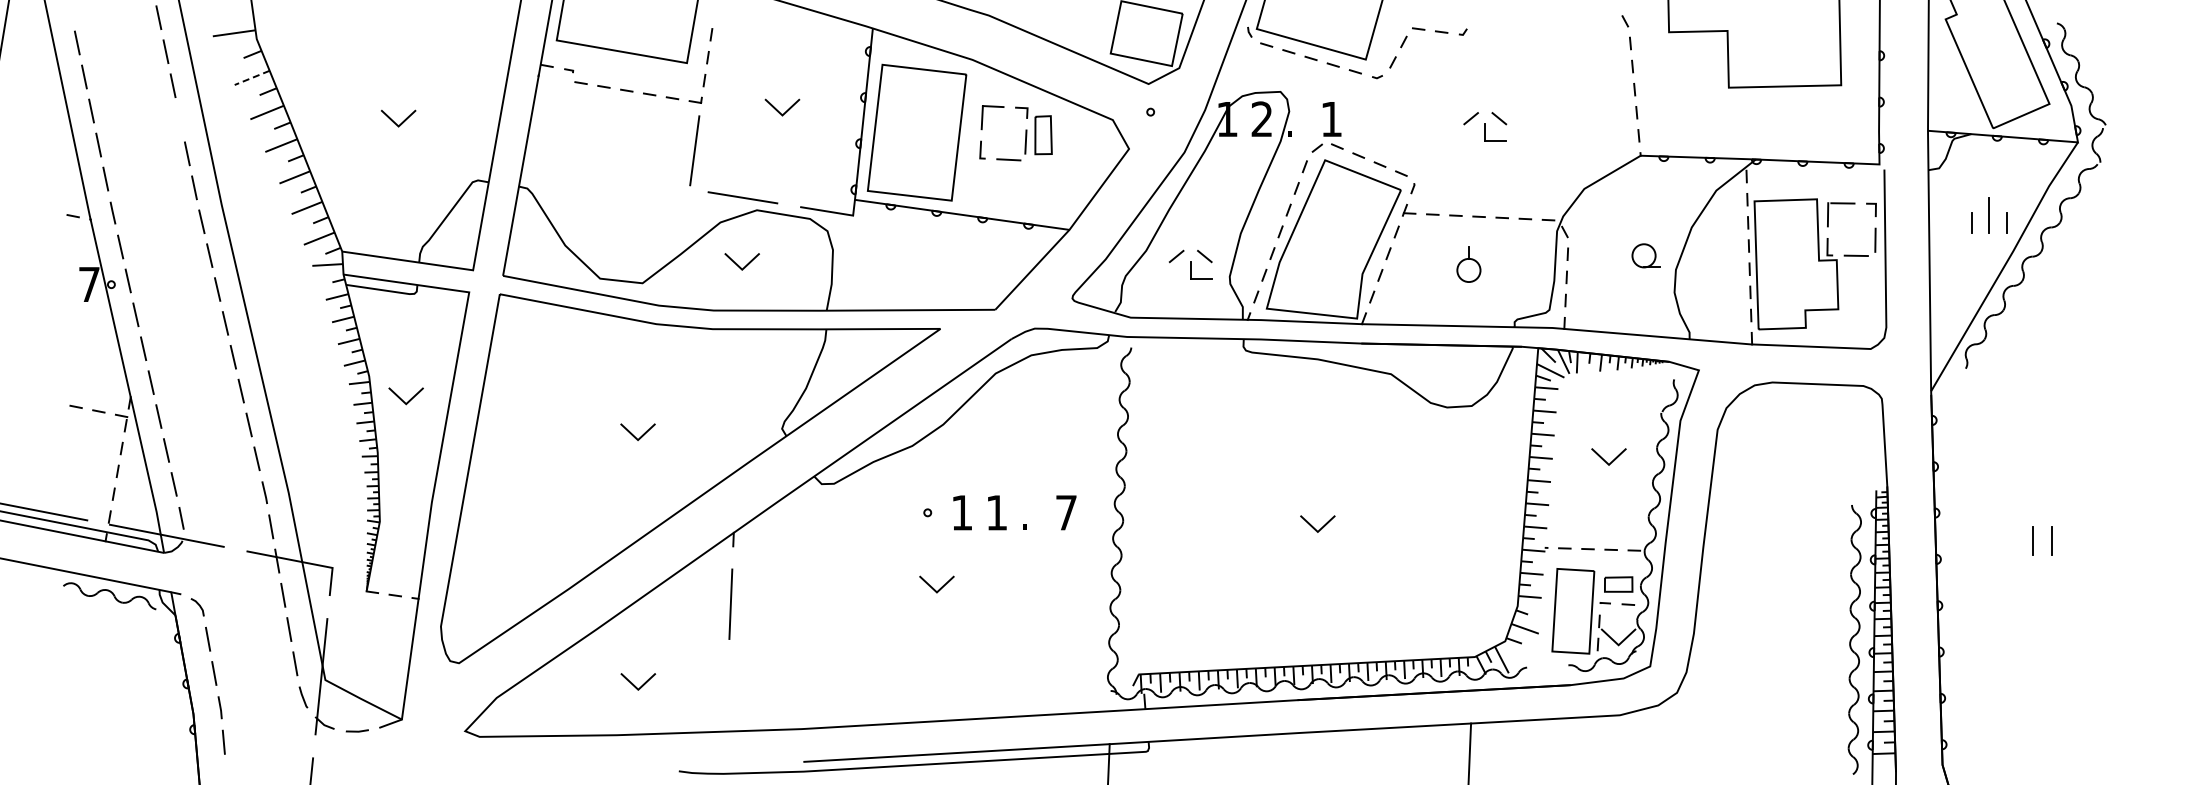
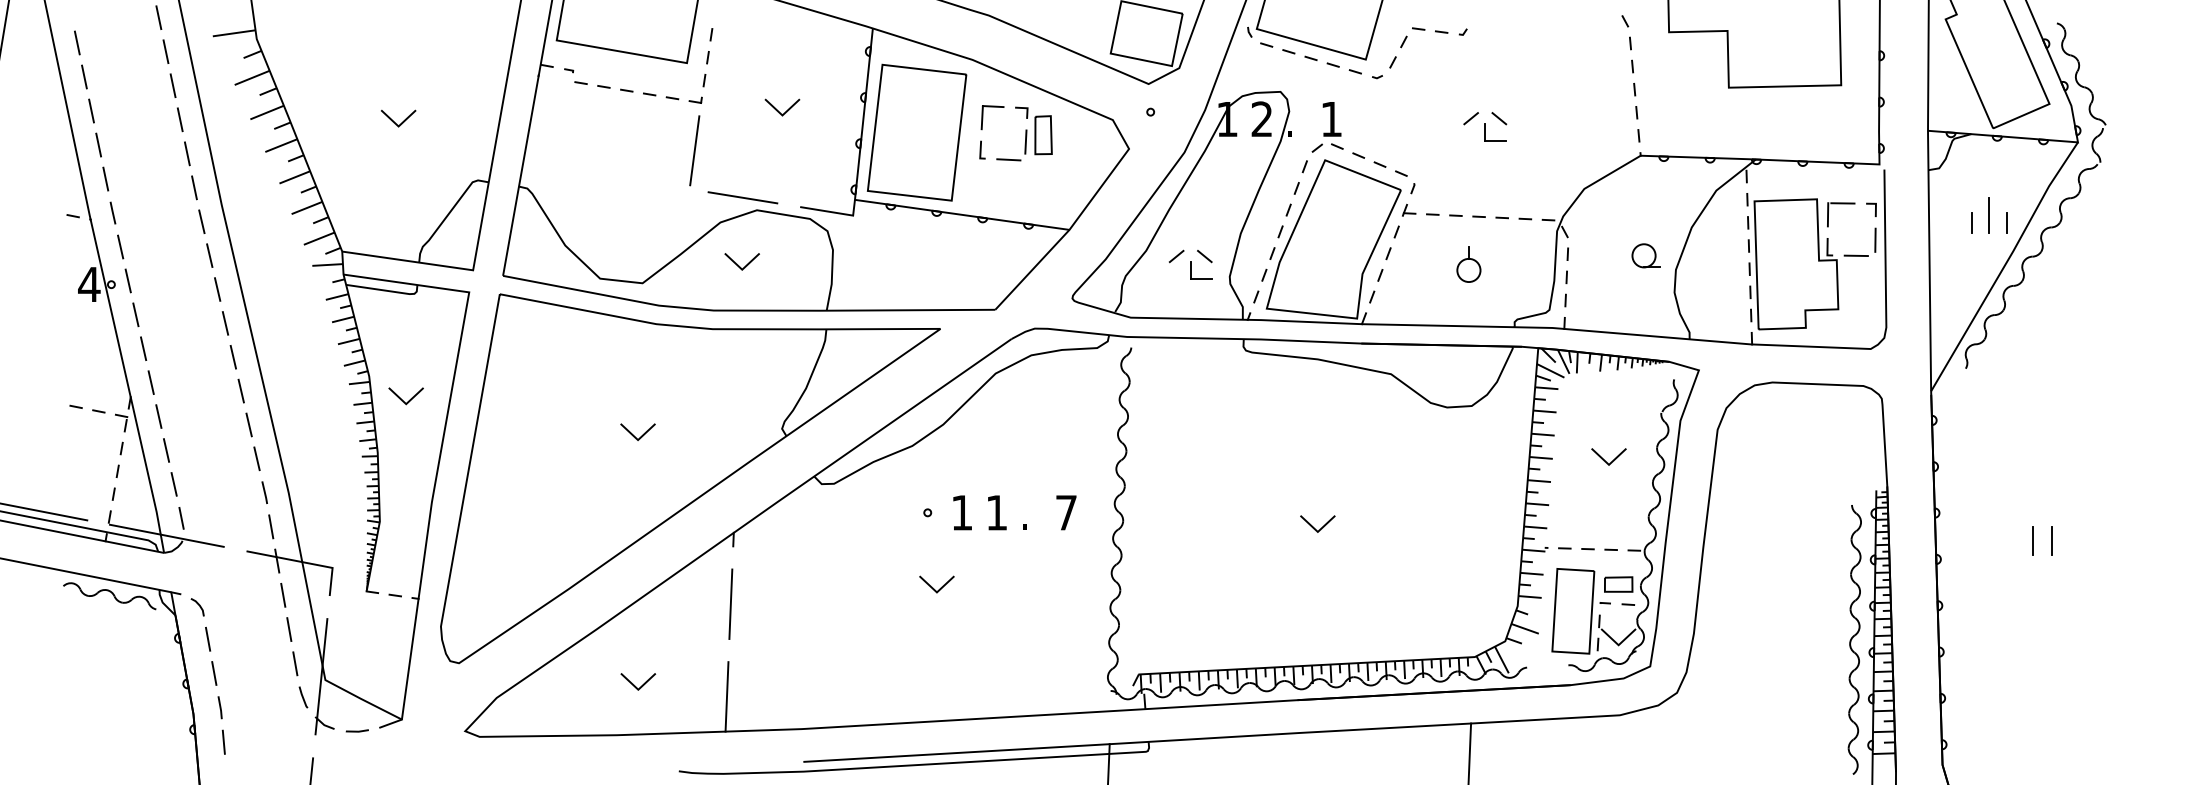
line at (252, 77): dashed -> solid
line at (180, 119): none -> present
text at (89, 284): 7 -> 4
line at (726, 696): none -> present
